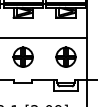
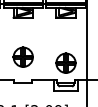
line at (44, 37): present -> none
part at (65, 56) position: (65, 56) -> (65, 62)
